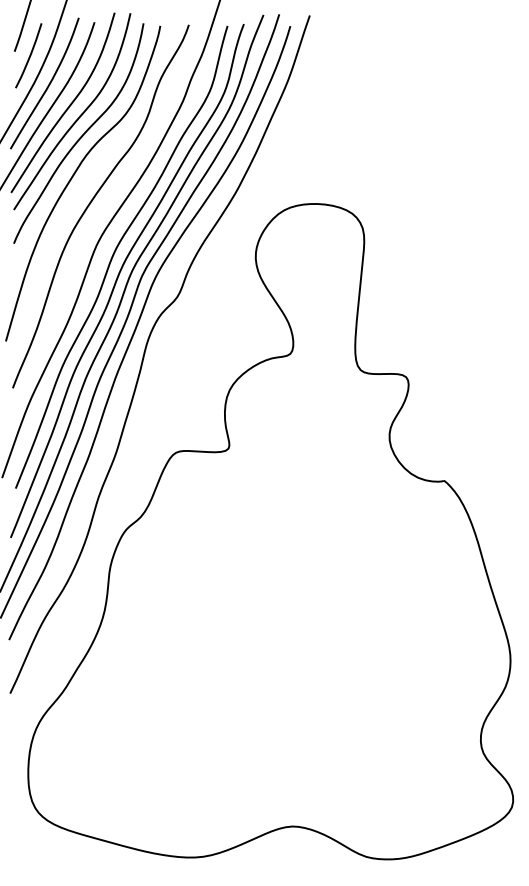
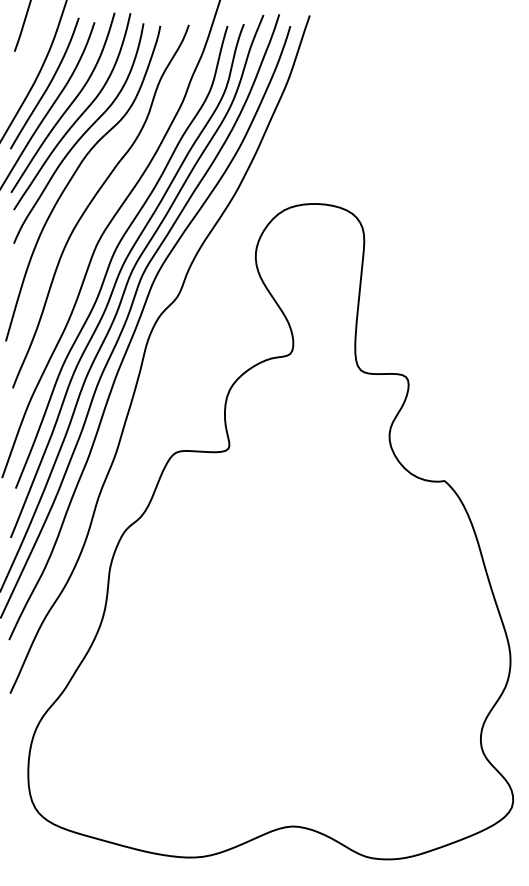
curve at (29, 55): present -> none
